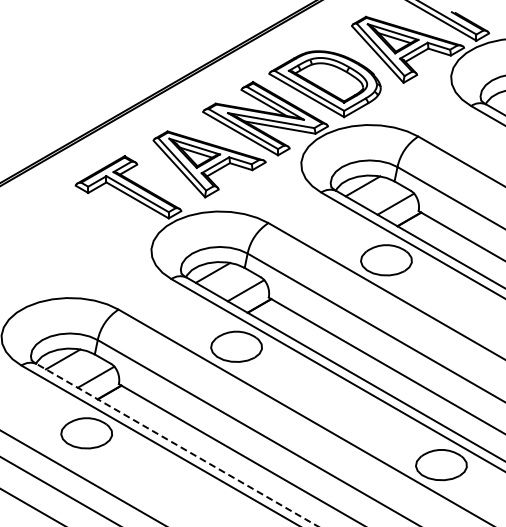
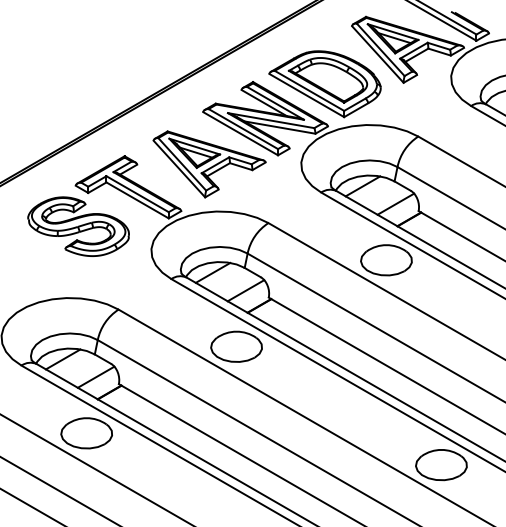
part at (78, 226): none -> present
line at (177, 445): dashed -> solid
line at (81, 477) position: (81, 477) -> (95, 469)
